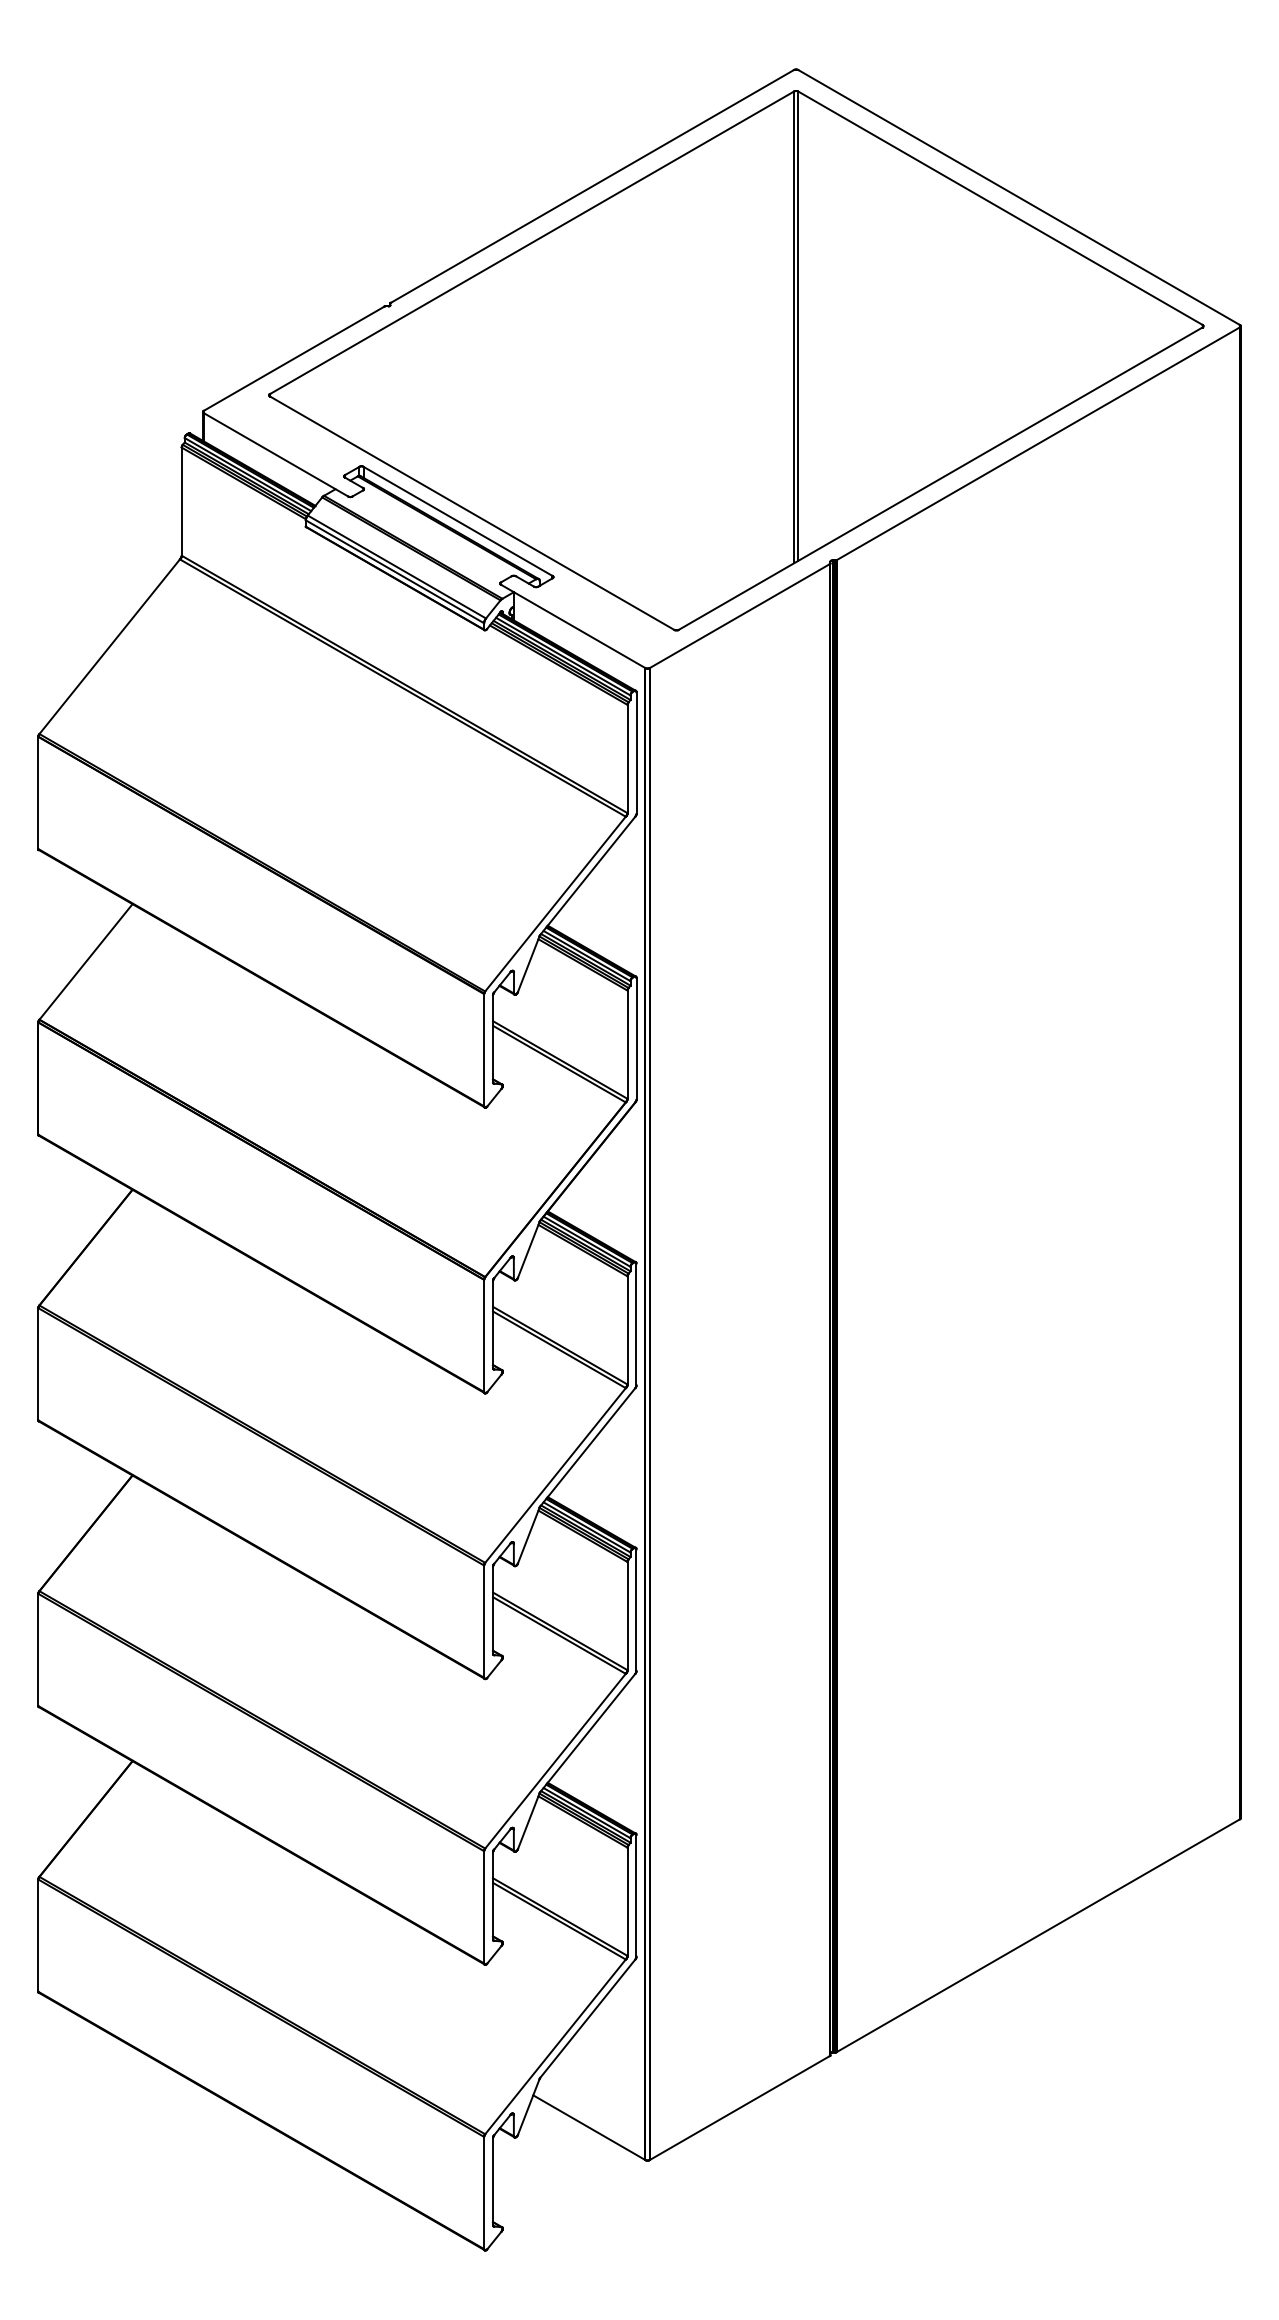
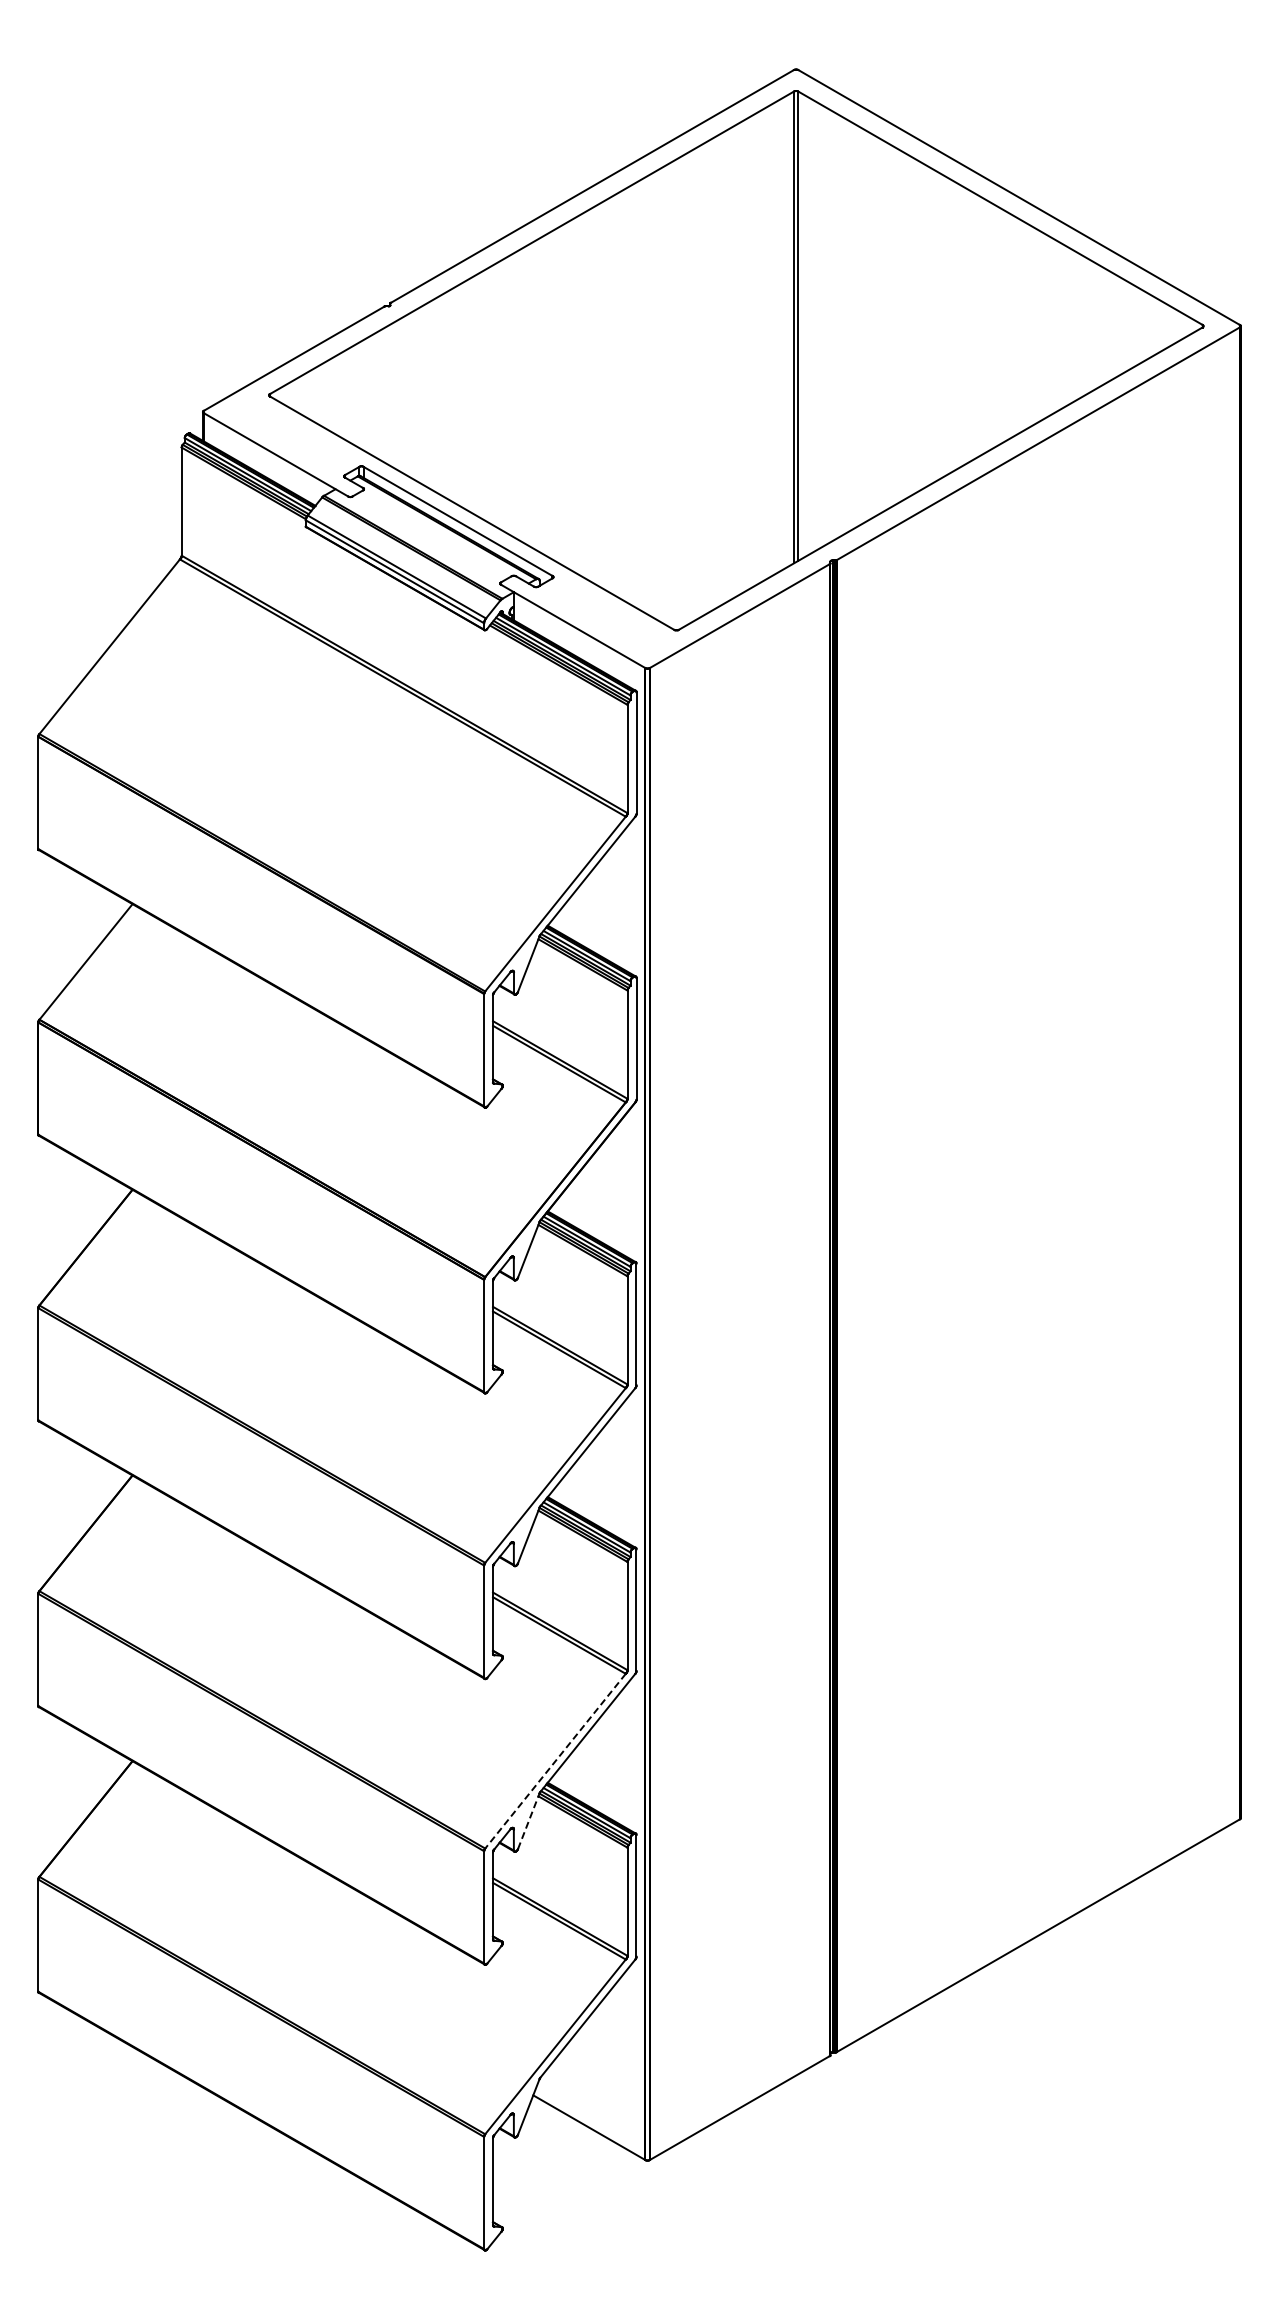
line at (555, 1761): solid -> dashed
line at (528, 1821): solid -> dashed
